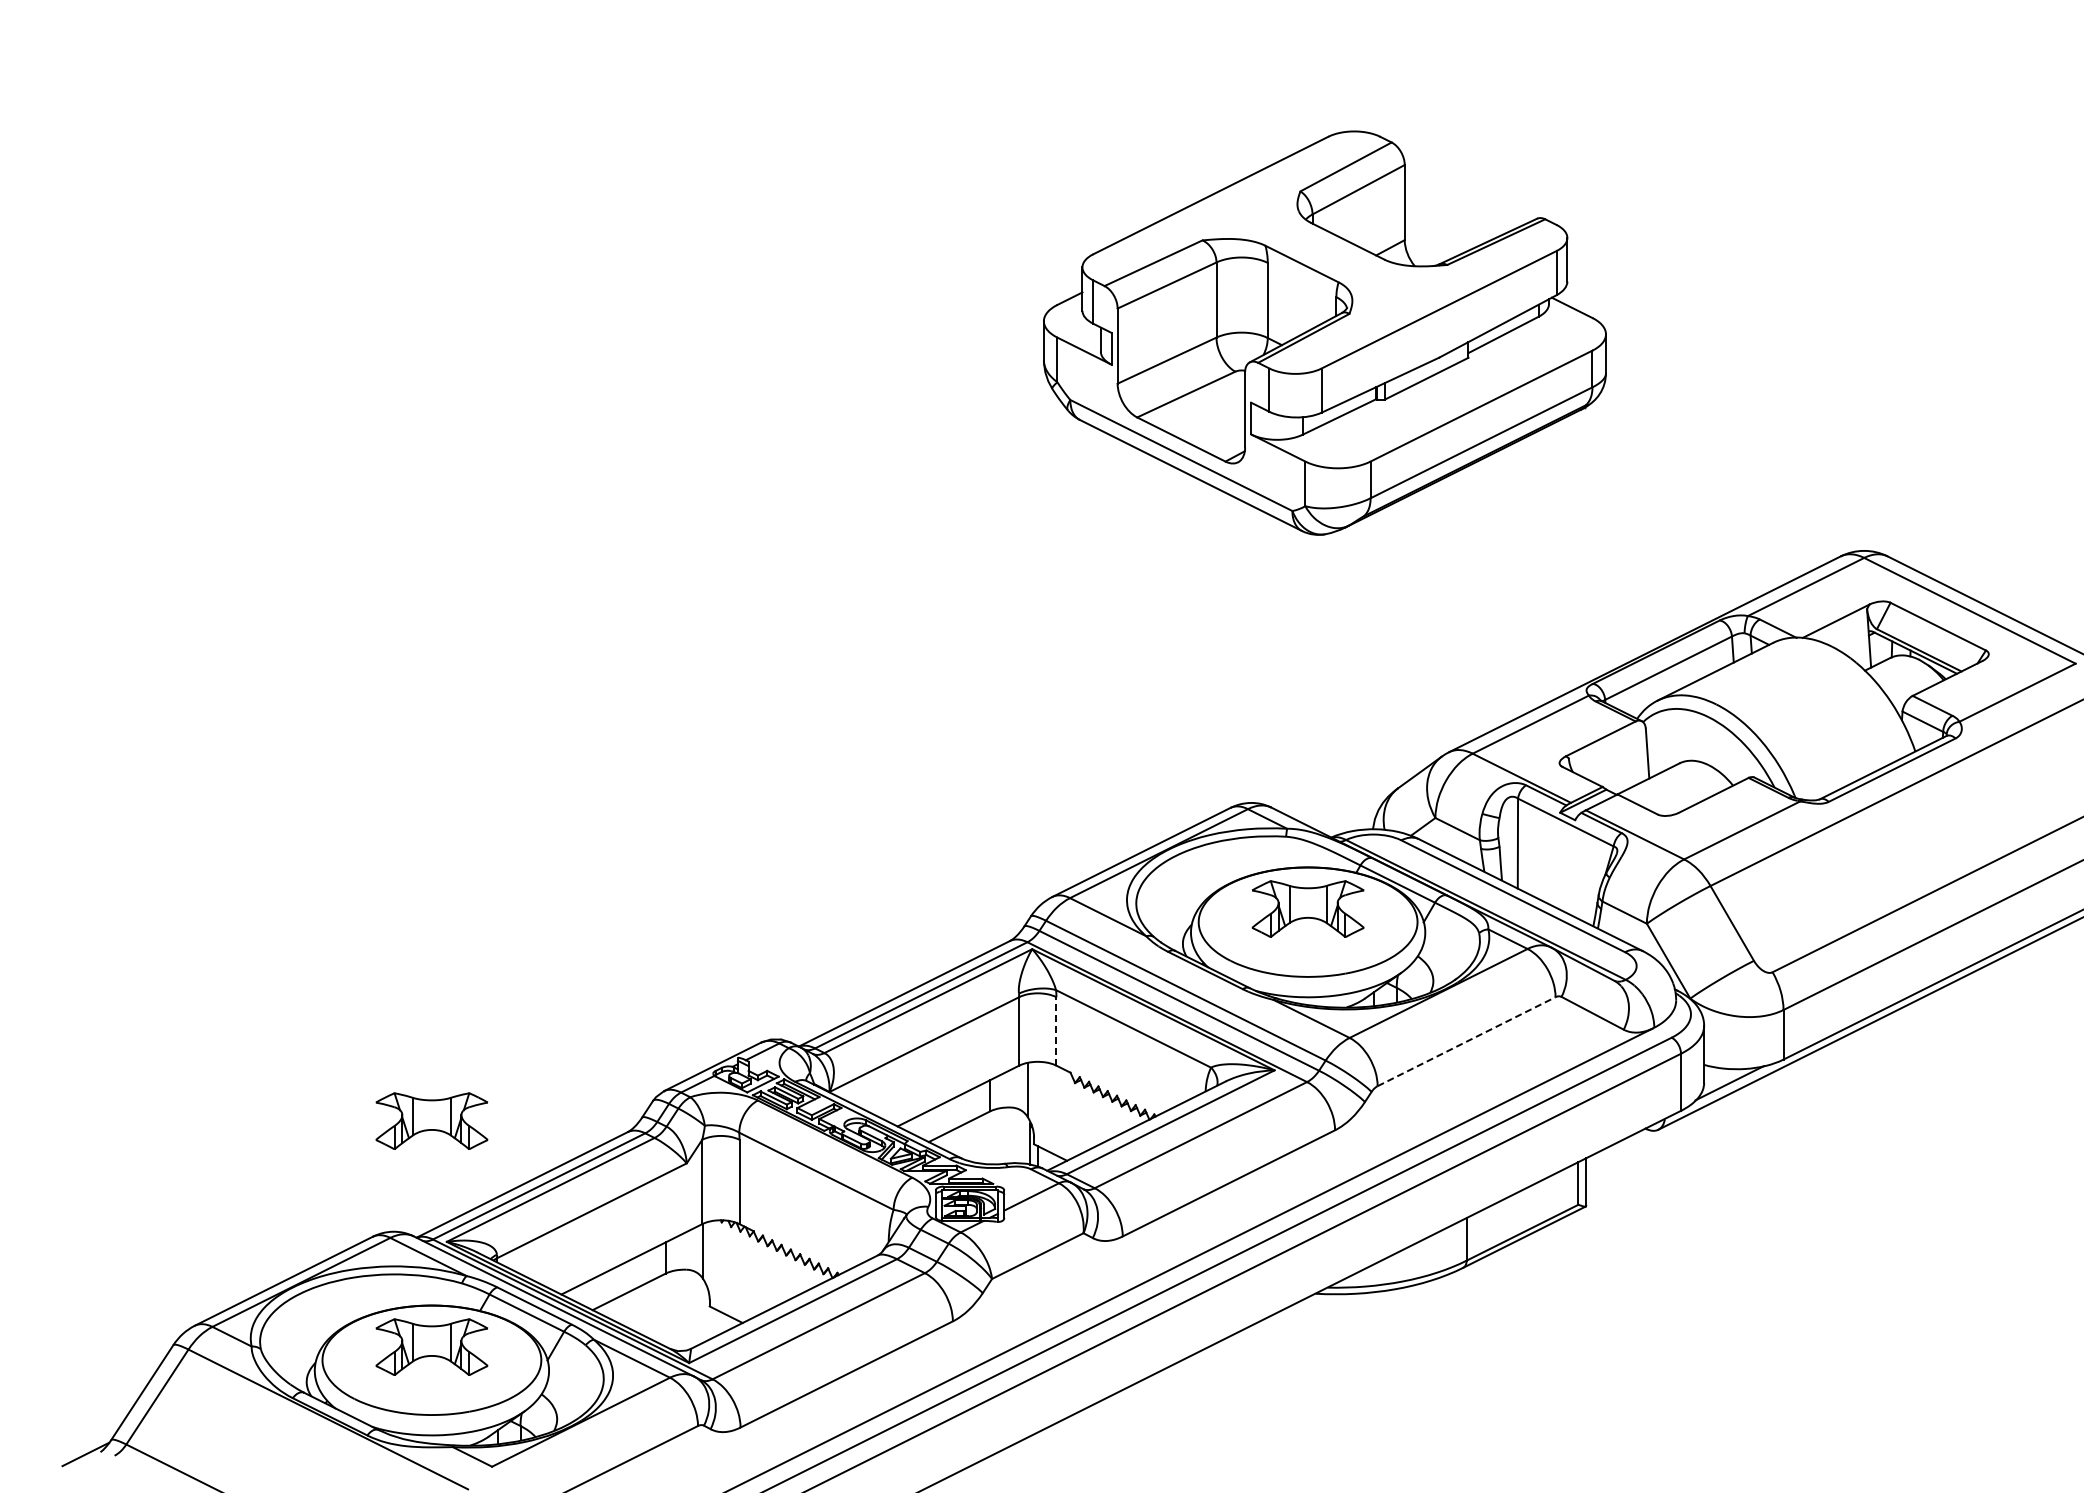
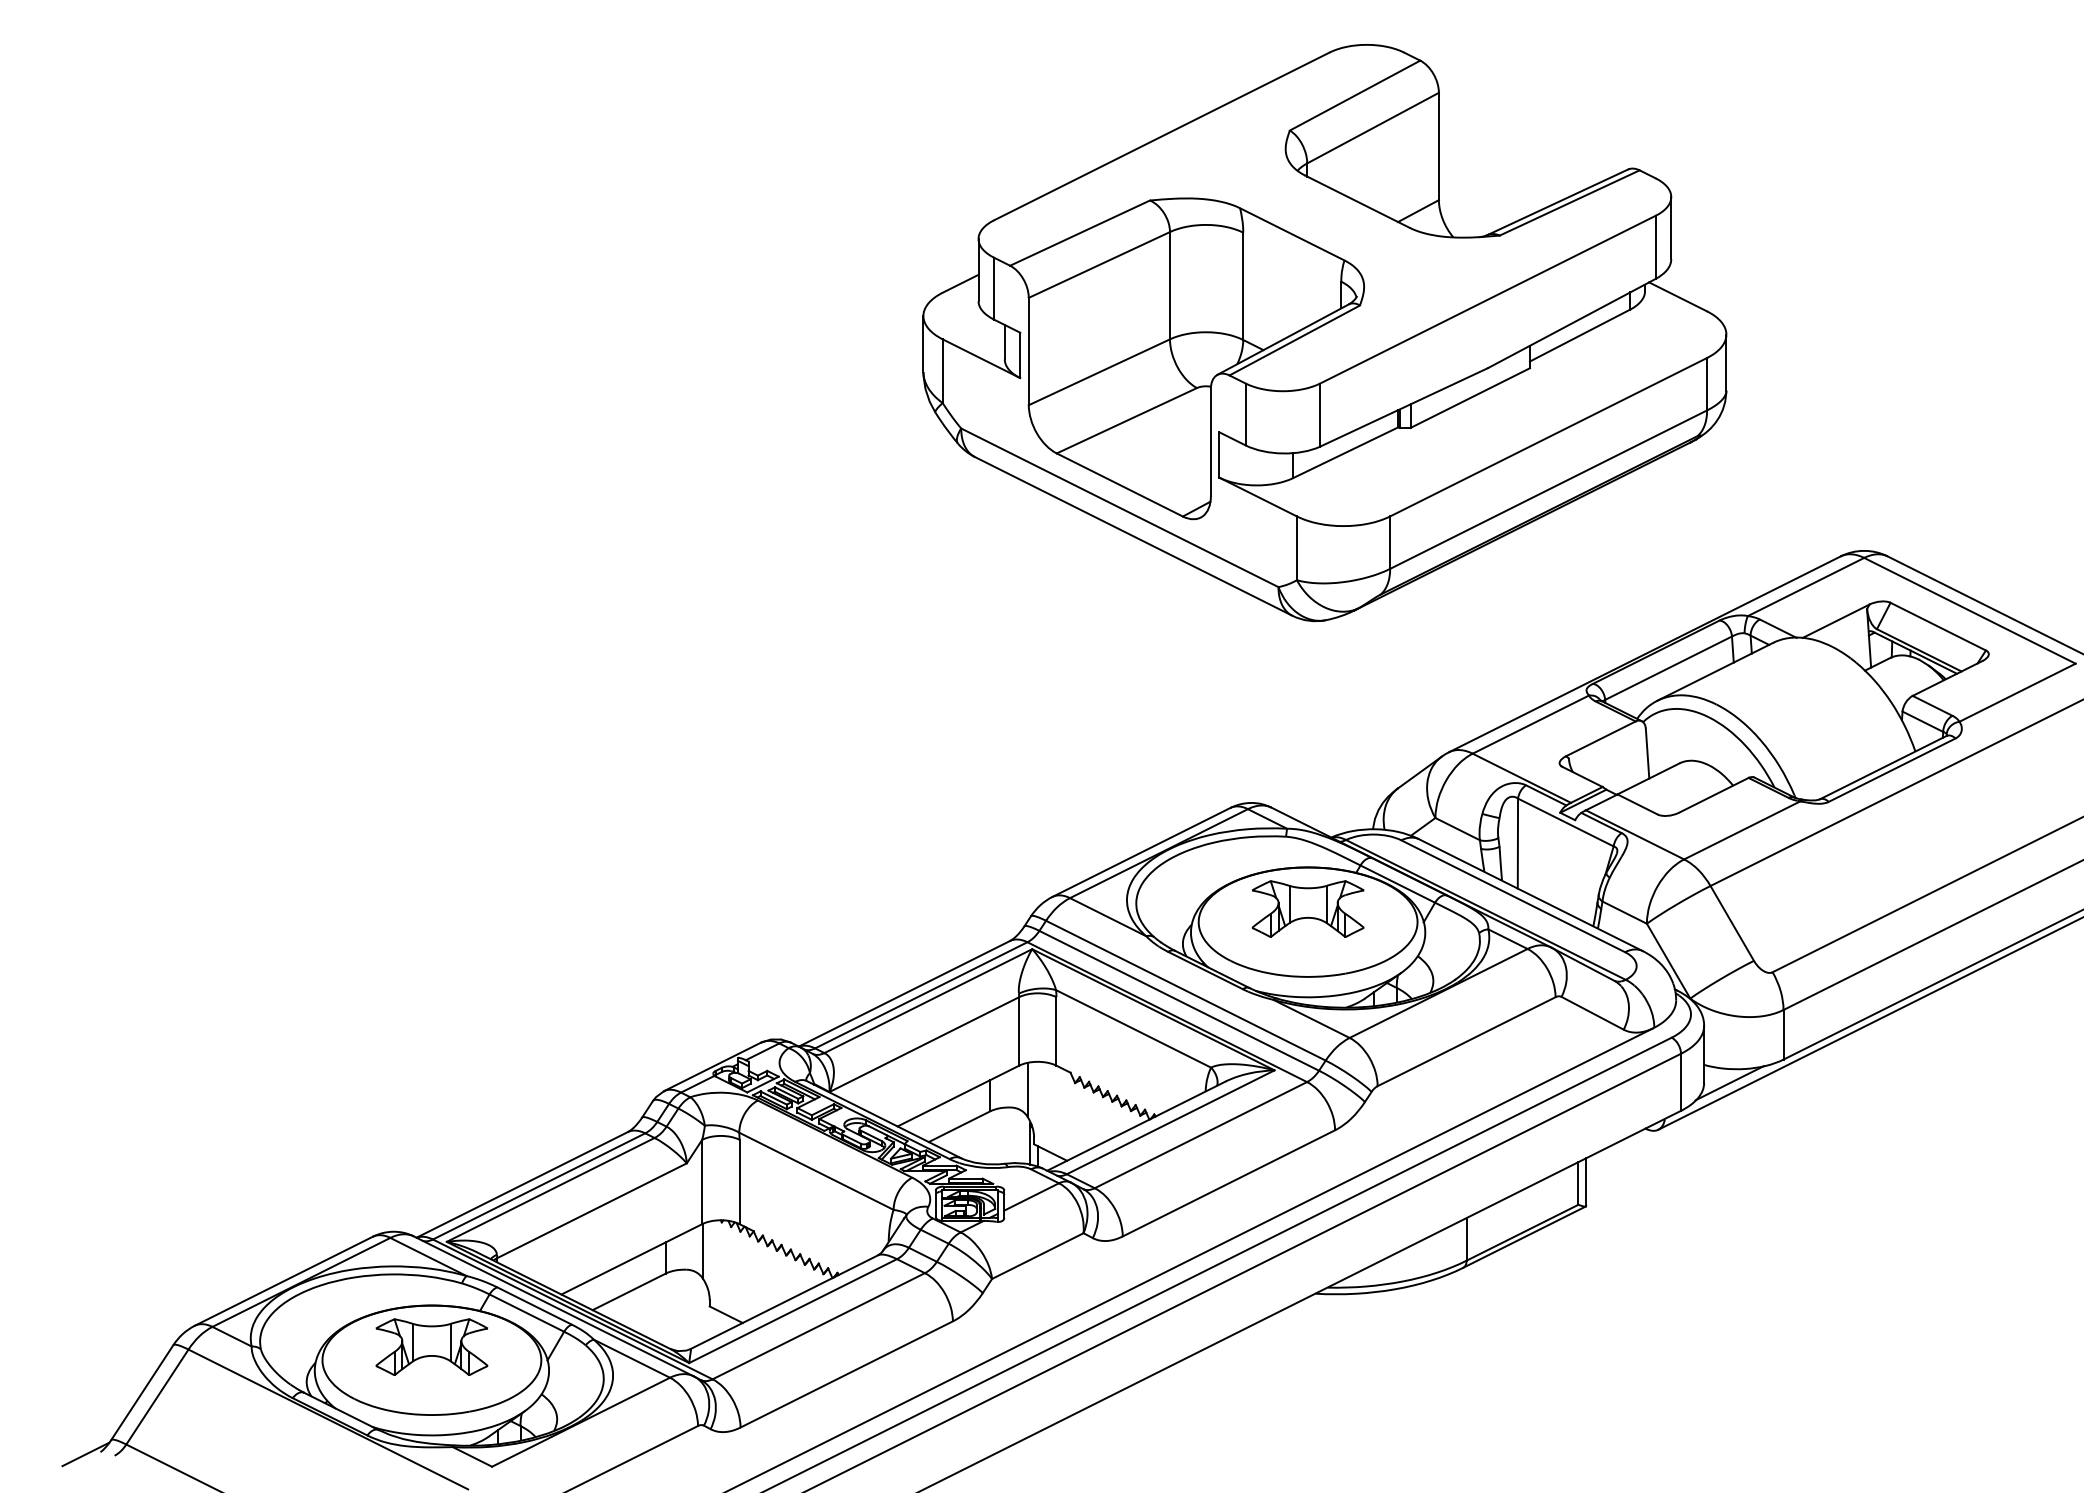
part at (1324, 332) size: 564x406 px -> 806x579 px
line at (1056, 1030): dashed -> solid
line at (1467, 1041): dashed -> solid
part at (431, 1120): present -> none
